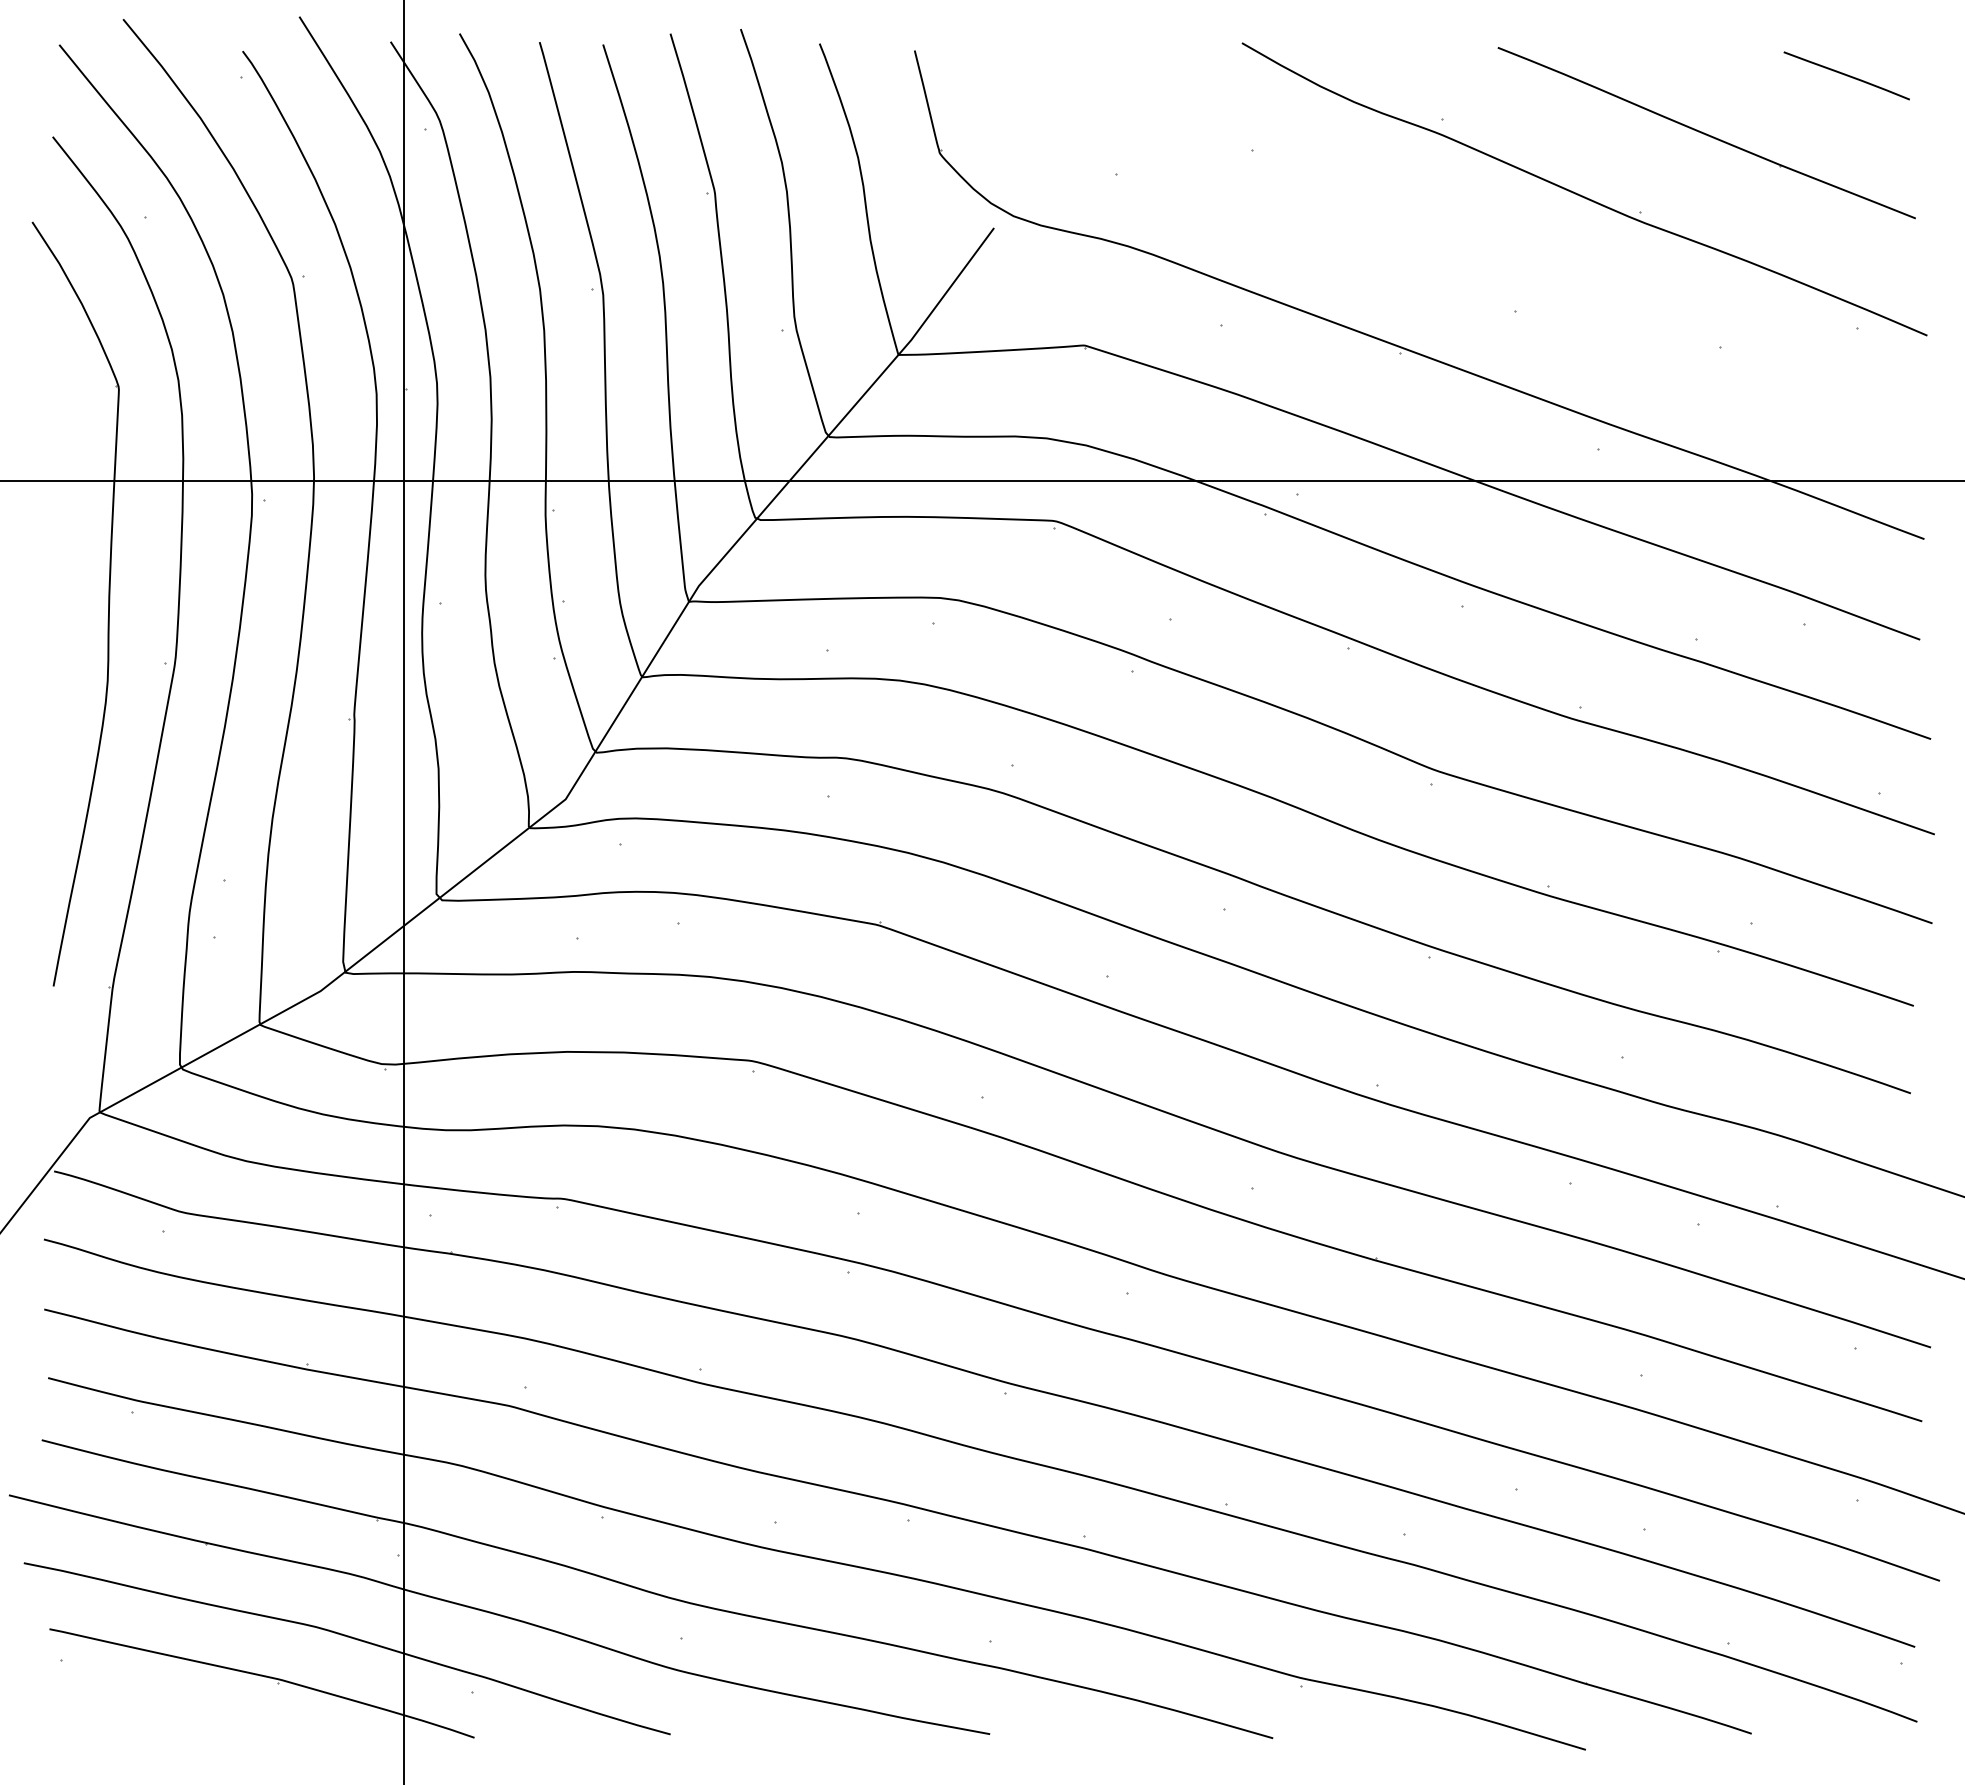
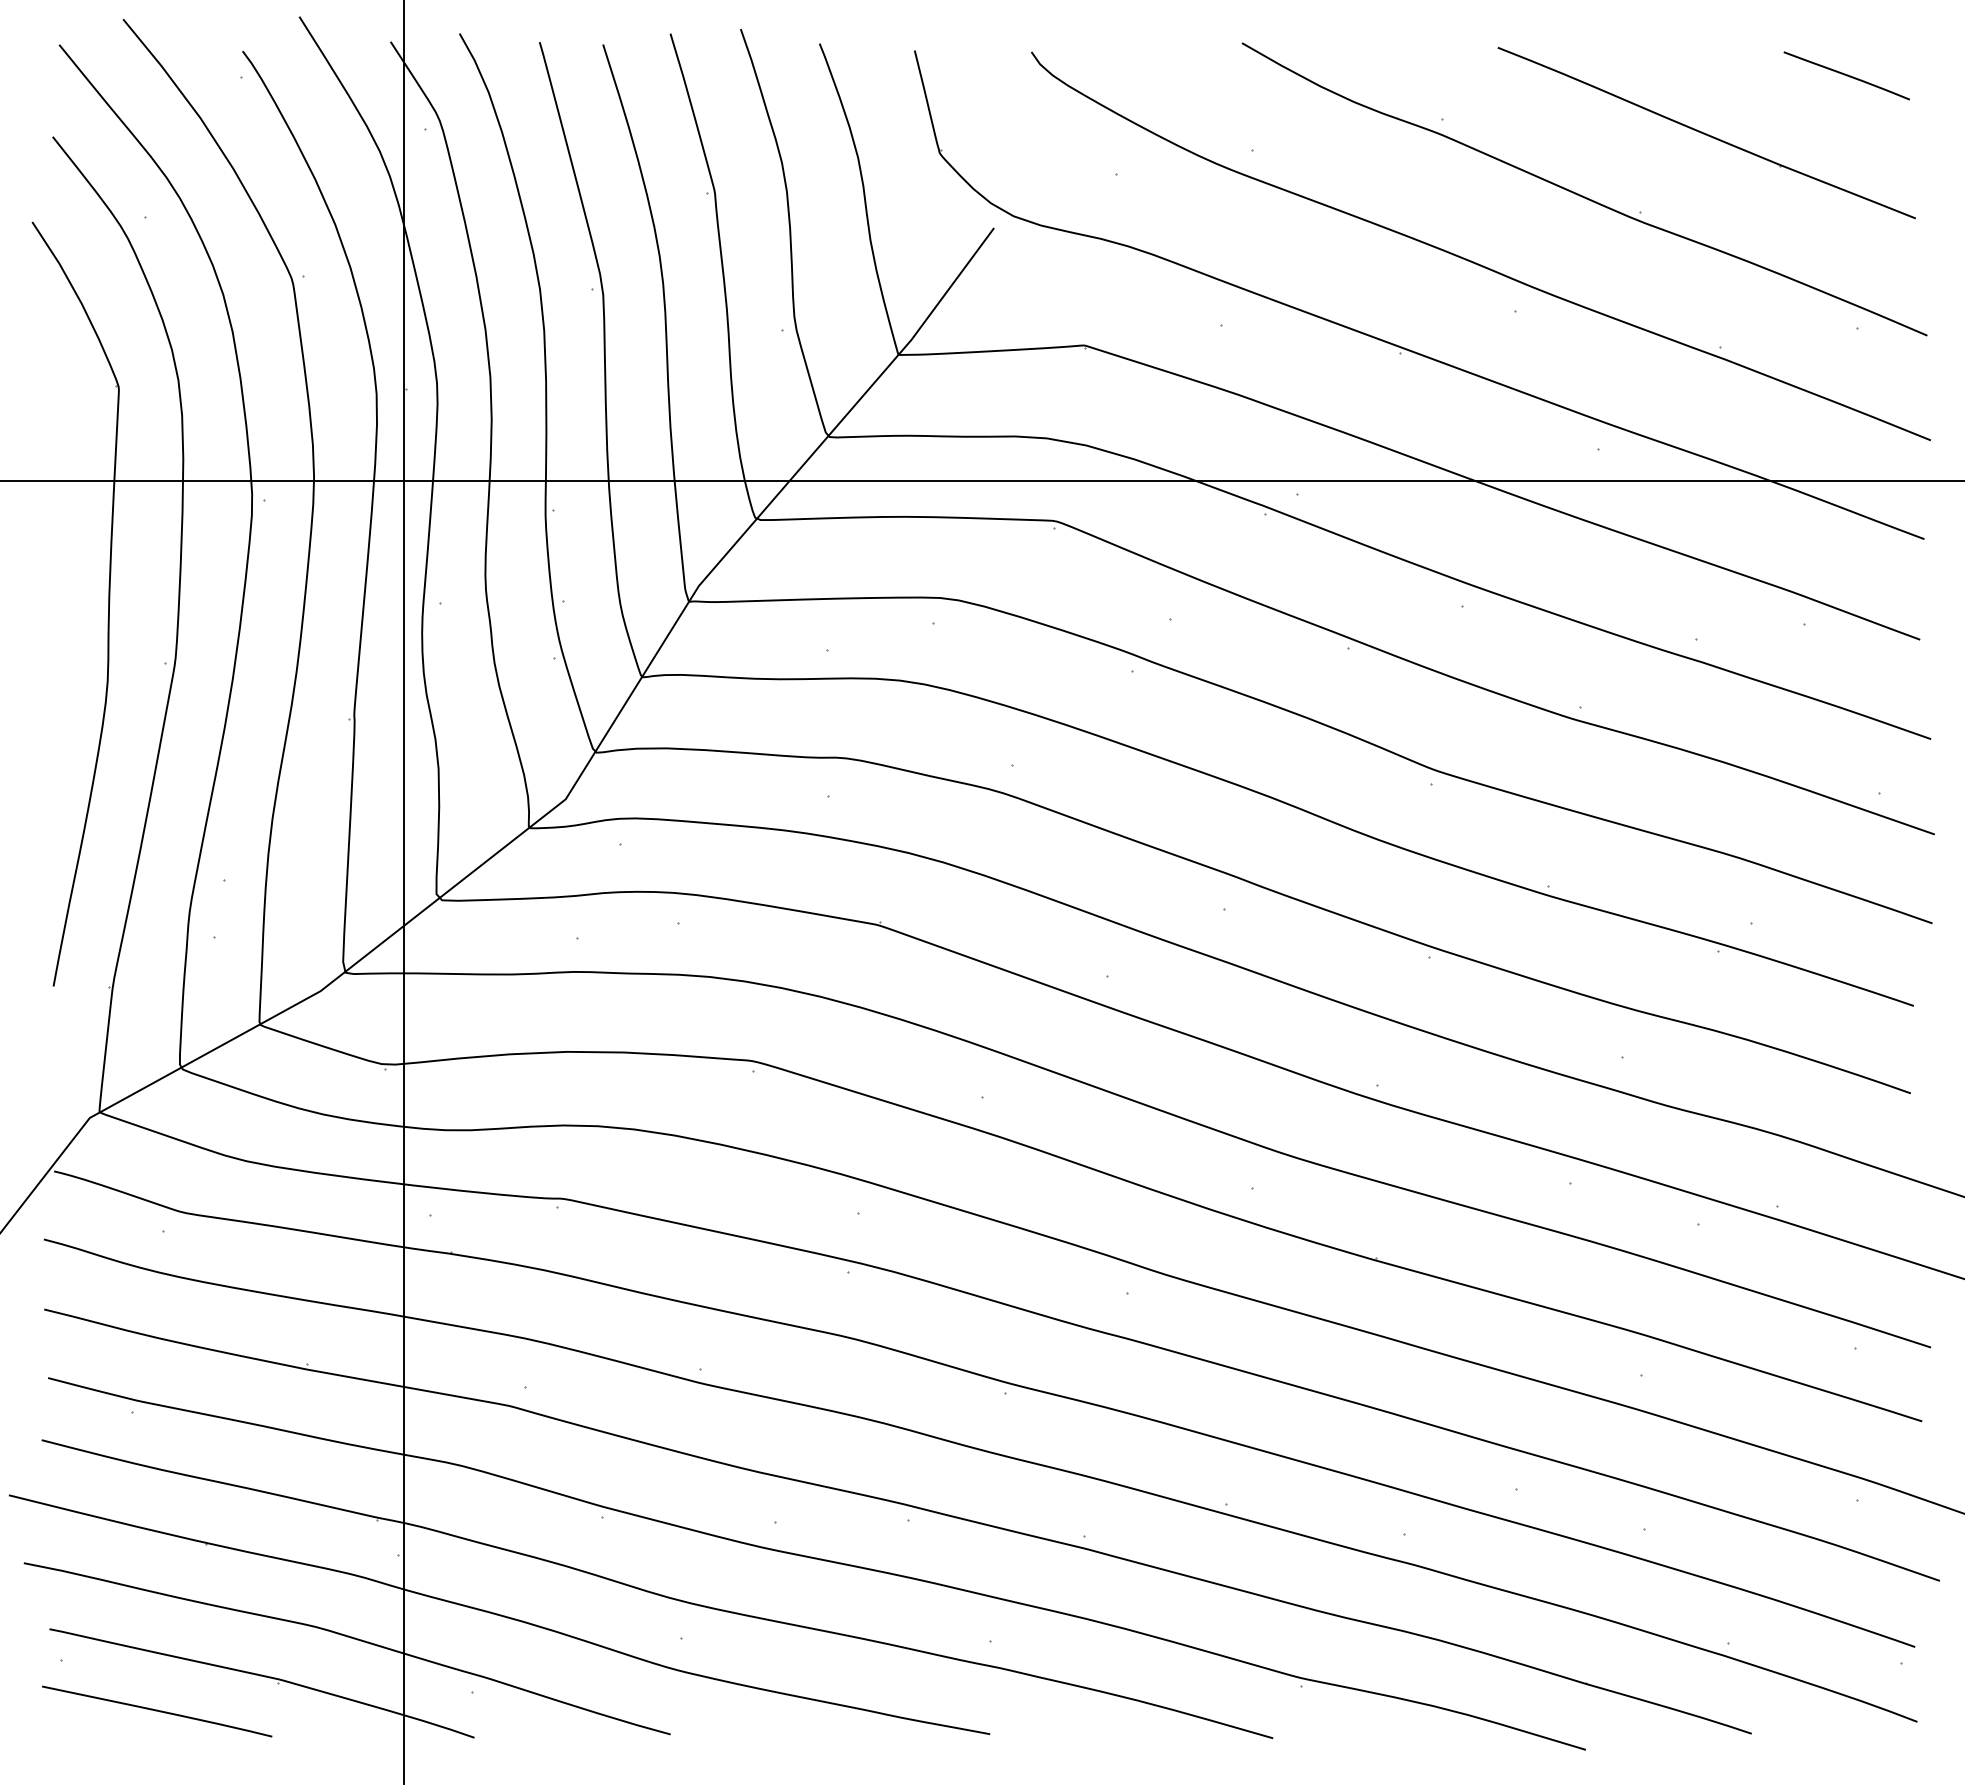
curve at (1476, 262): none -> present
curve at (157, 1711): none -> present
